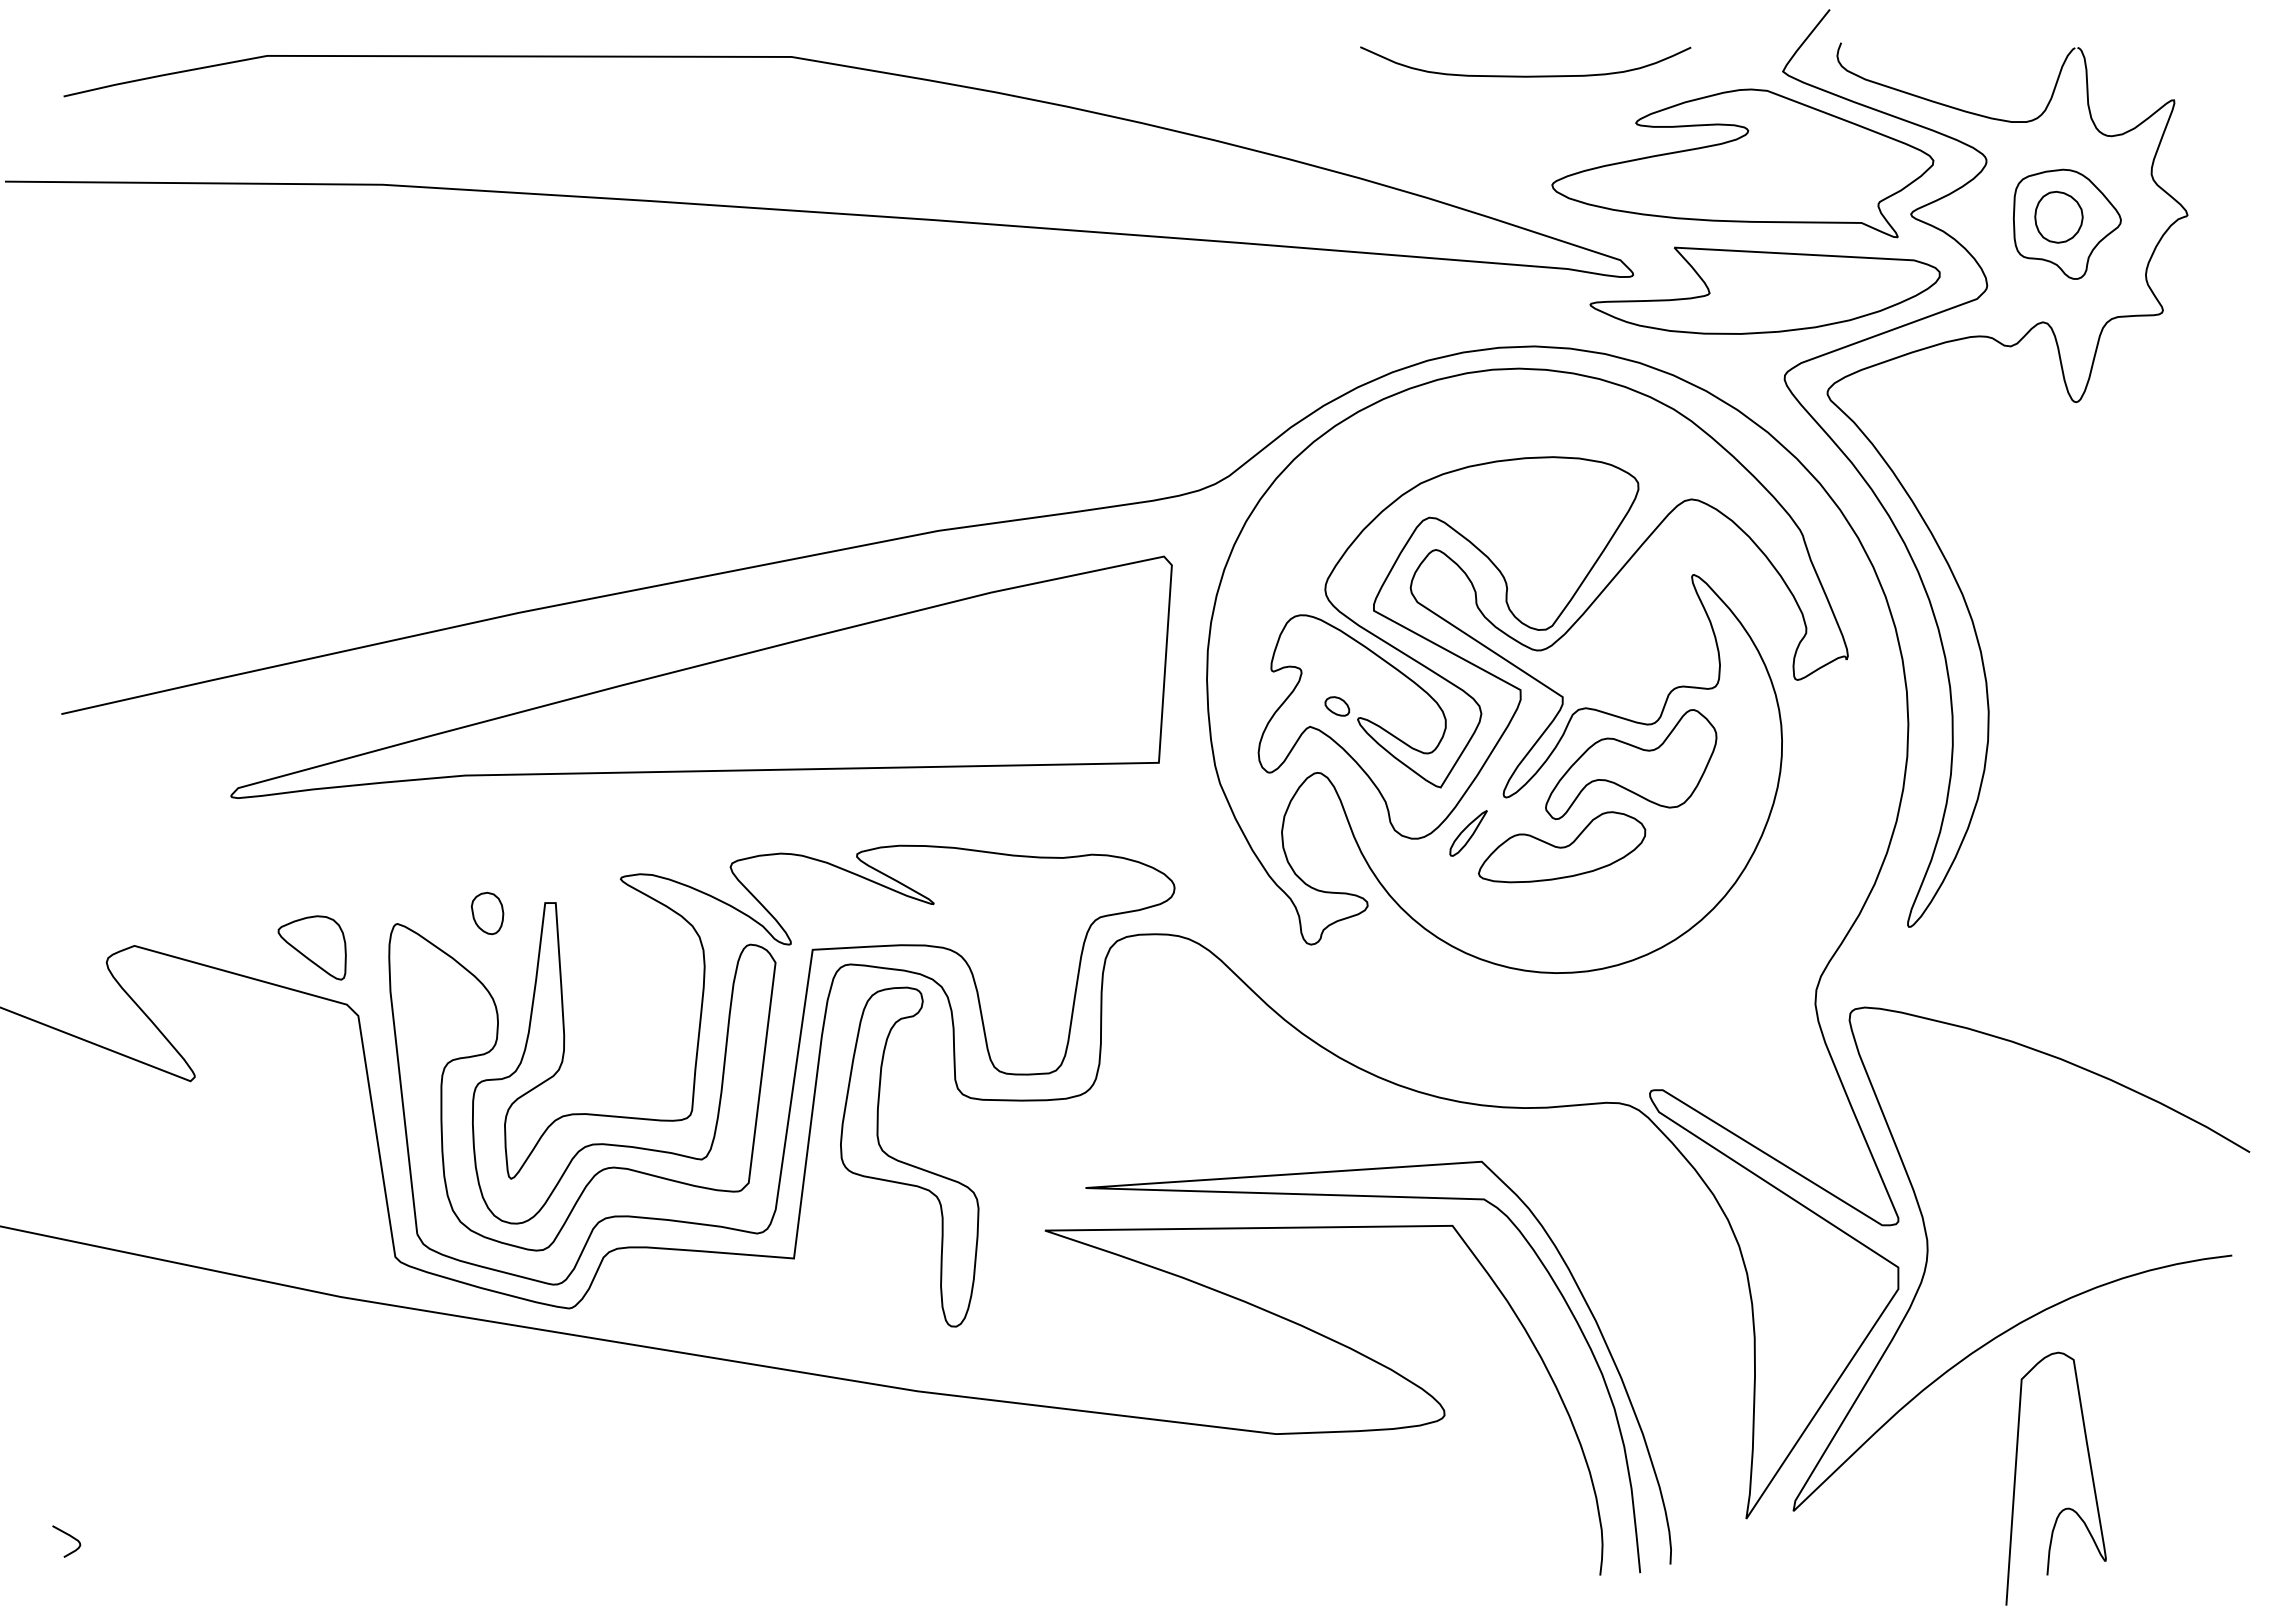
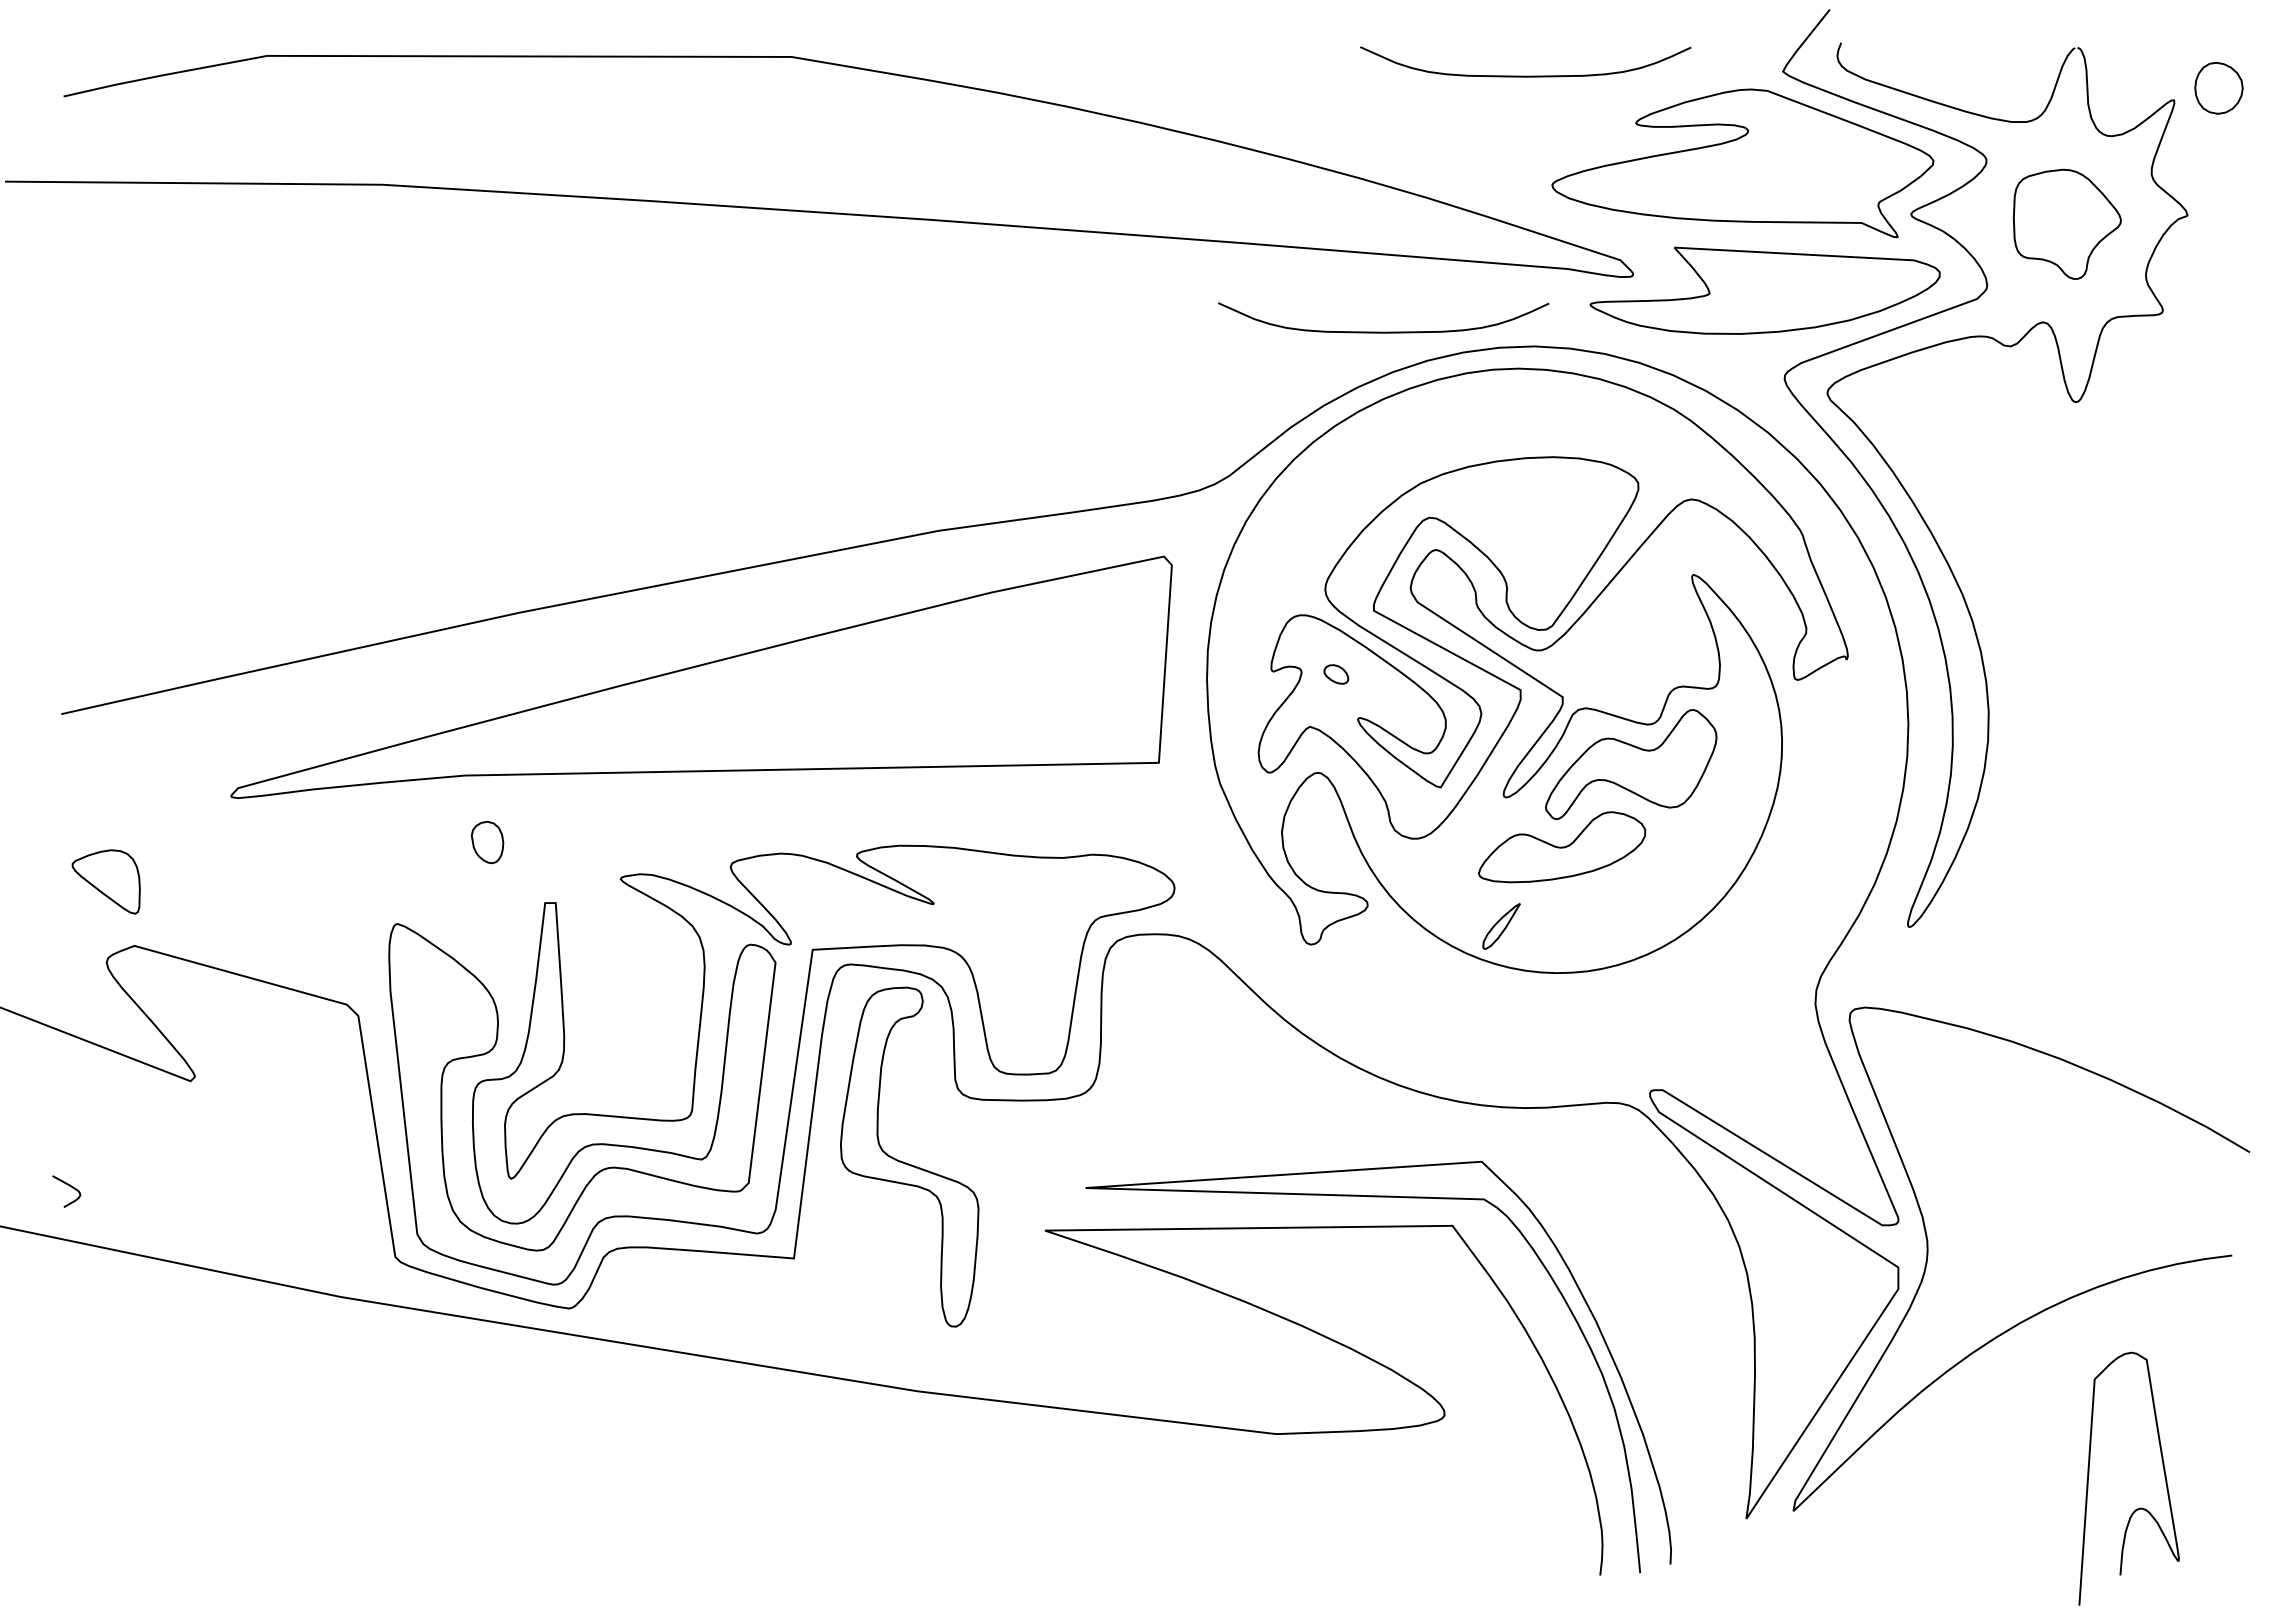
part at (2058, 216) position: (2058, 216) -> (2218, 87)
curve at (1383, 331): none -> present
part at (1337, 706) position: (1337, 706) -> (1336, 674)
part at (1468, 833) position: (1468, 833) -> (1501, 926)
part at (487, 913) position: (487, 913) -> (487, 842)
part at (311, 947) position: (311, 947) -> (105, 881)
curve at (2064, 1508) position: (2064, 1508) -> (2137, 1508)
curve at (69, 1536) position: (69, 1536) -> (69, 1186)
